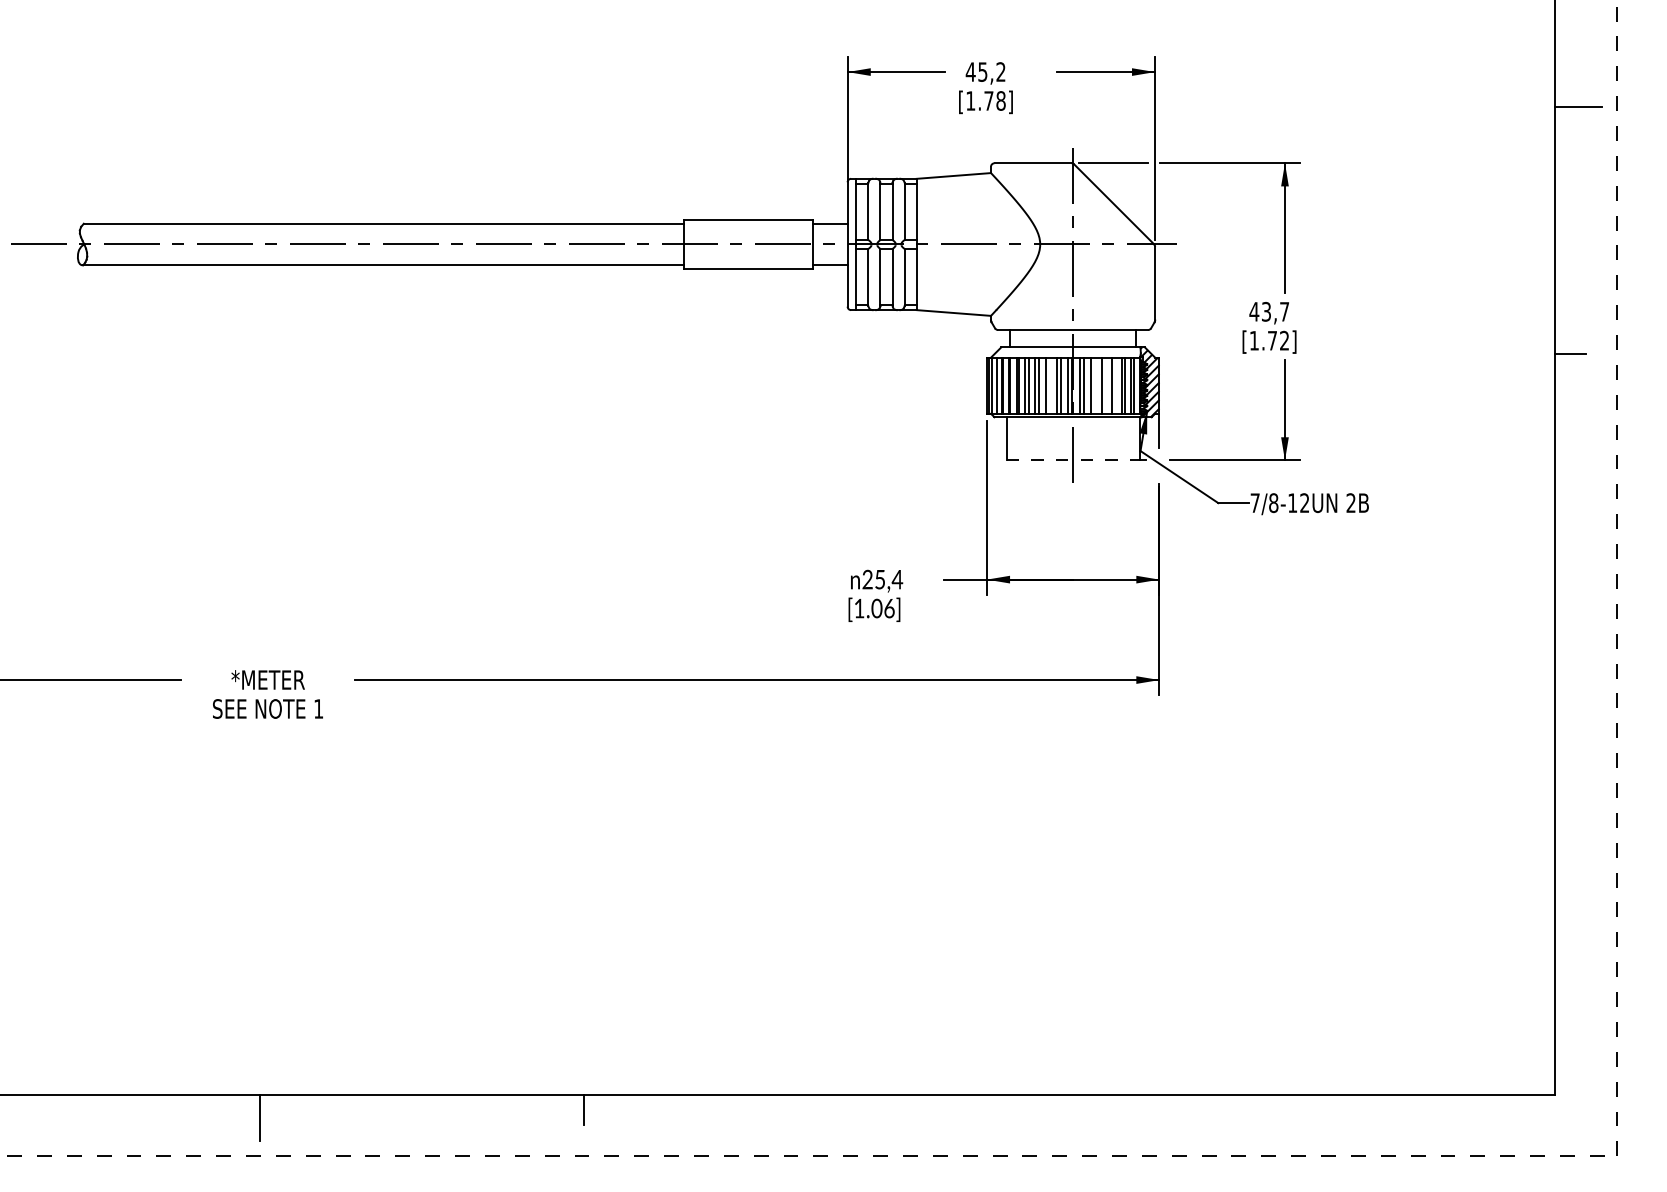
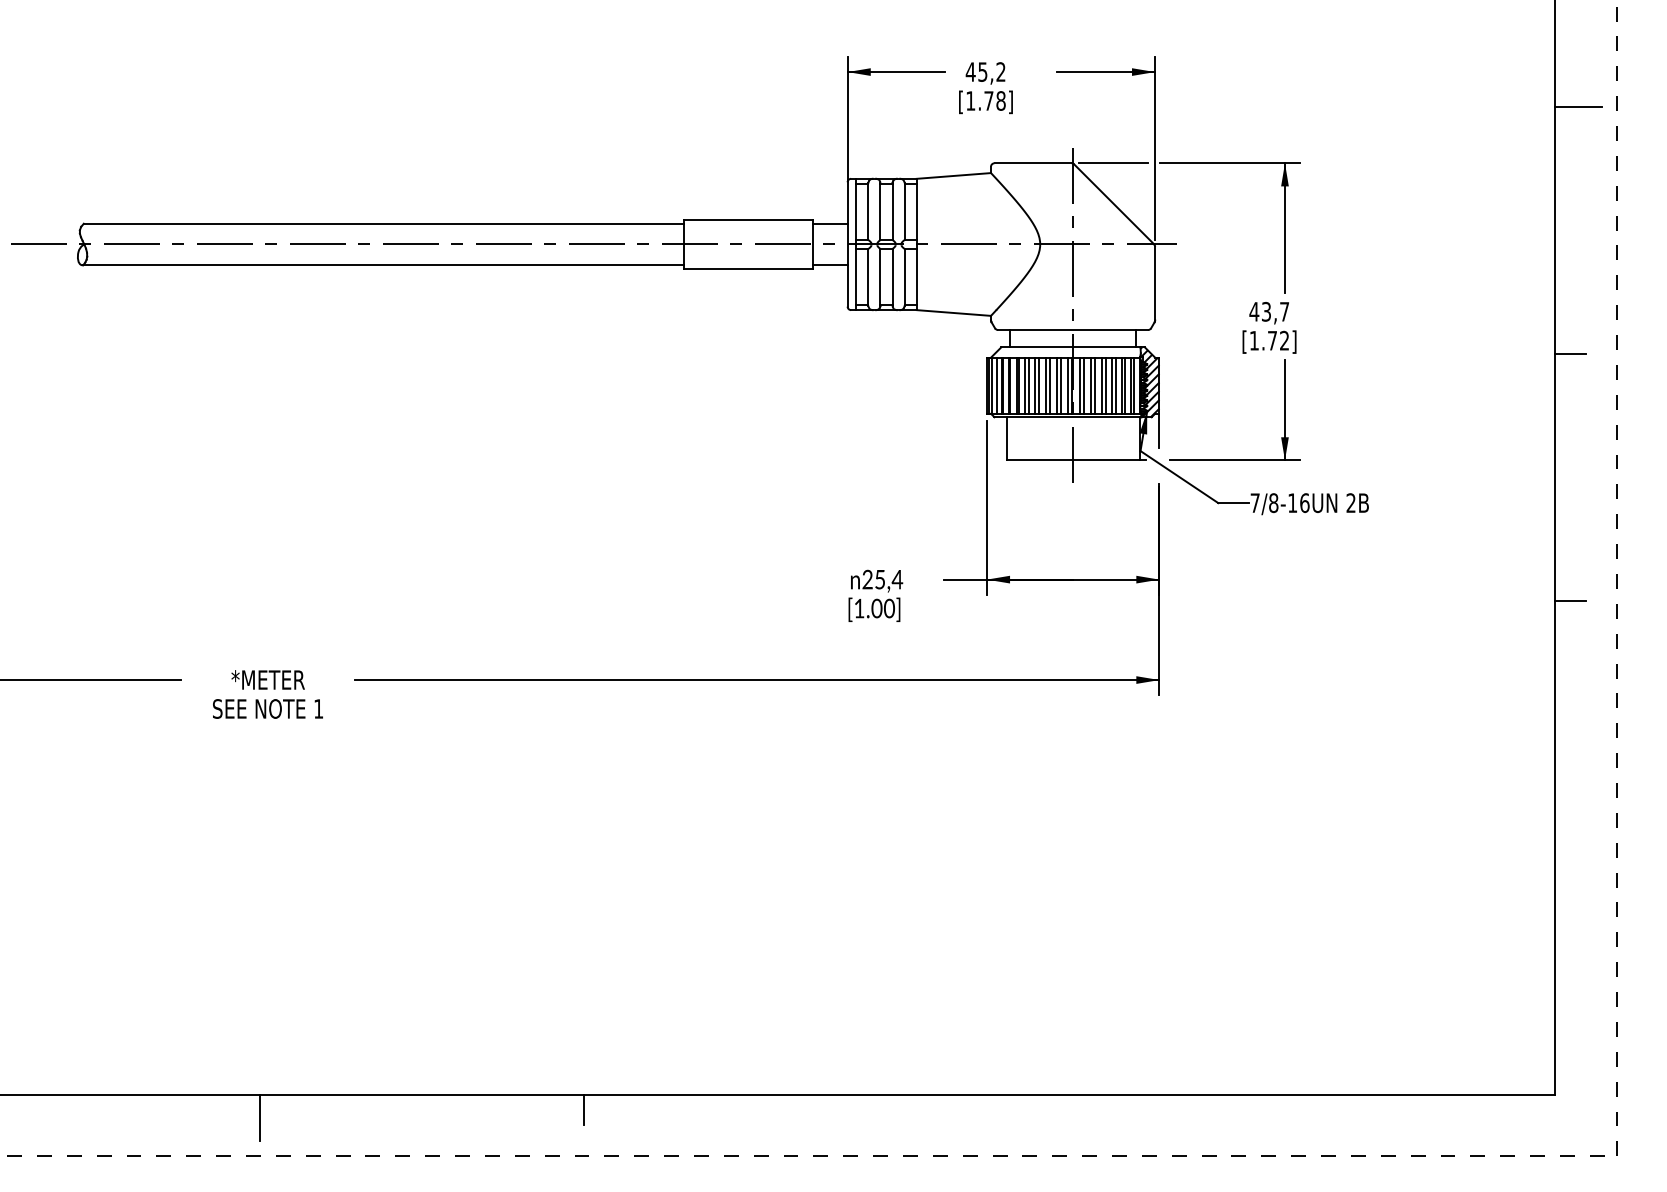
line at (1049, 385): none -> present
line at (1095, 385): none -> present
line at (1105, 385): none -> present
line at (1116, 385): none -> present
line at (1073, 460): dashed -> solid
text at (1304, 503): 7/8-12UN -> 7/8-16UN
line at (1570, 601): none -> present
text at (889, 607): [1.06] -> [1.00]
